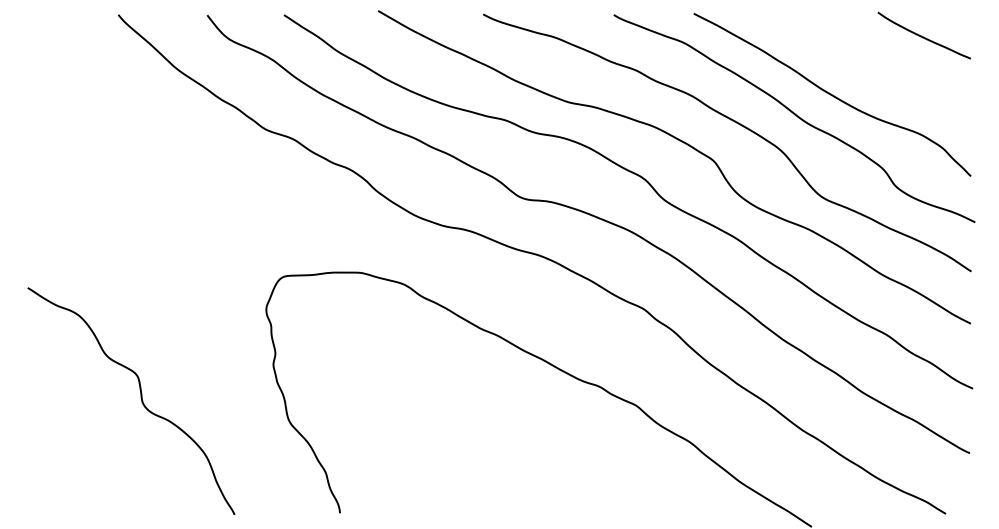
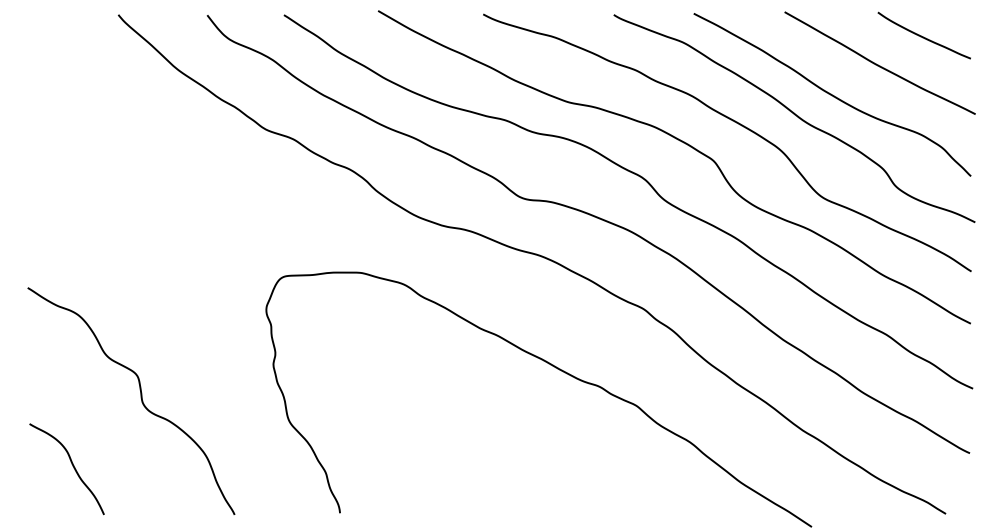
curve at (878, 64): none -> present
curve at (72, 466): none -> present
